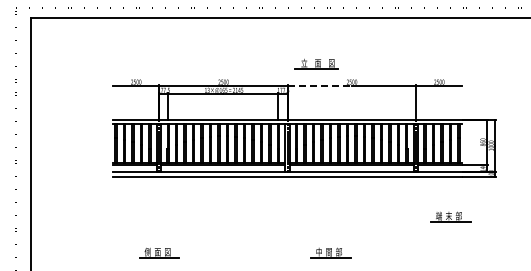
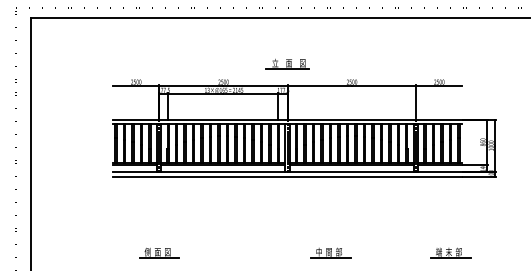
part at (316, 63) position: (316, 63) -> (287, 63)
line at (320, 86): dashed -> solid
part at (450, 216) position: (450, 216) -> (450, 252)
